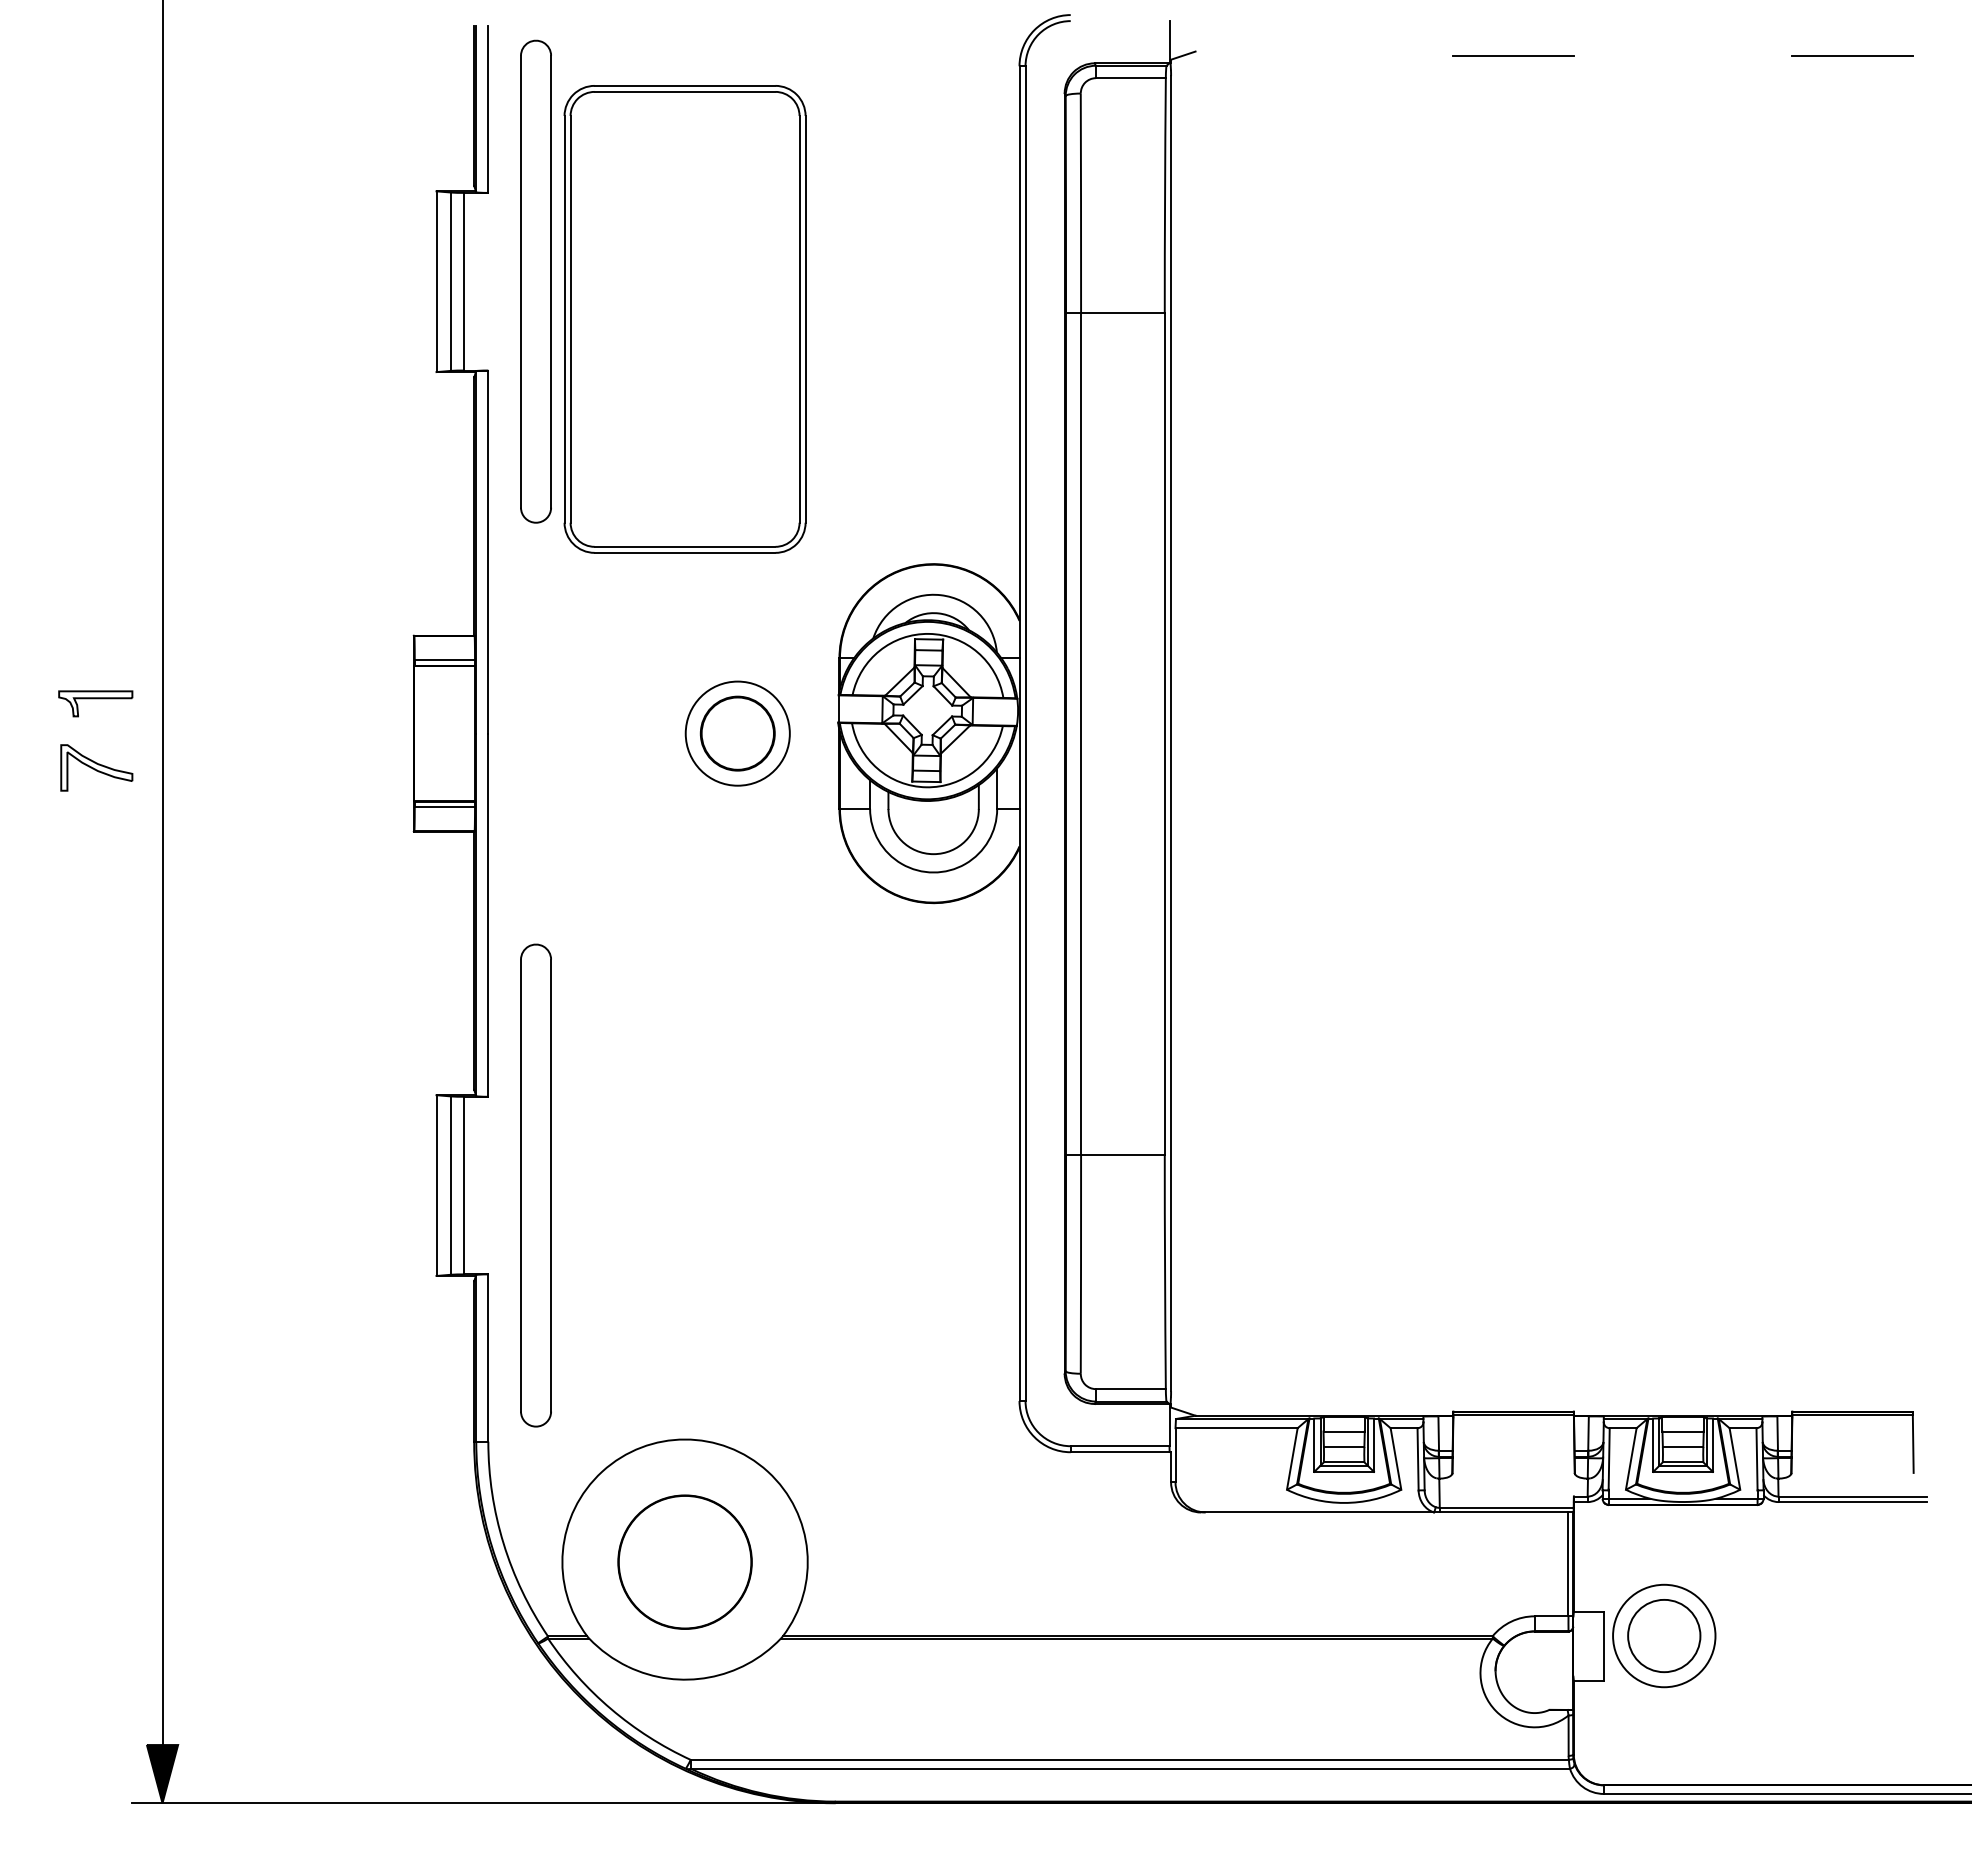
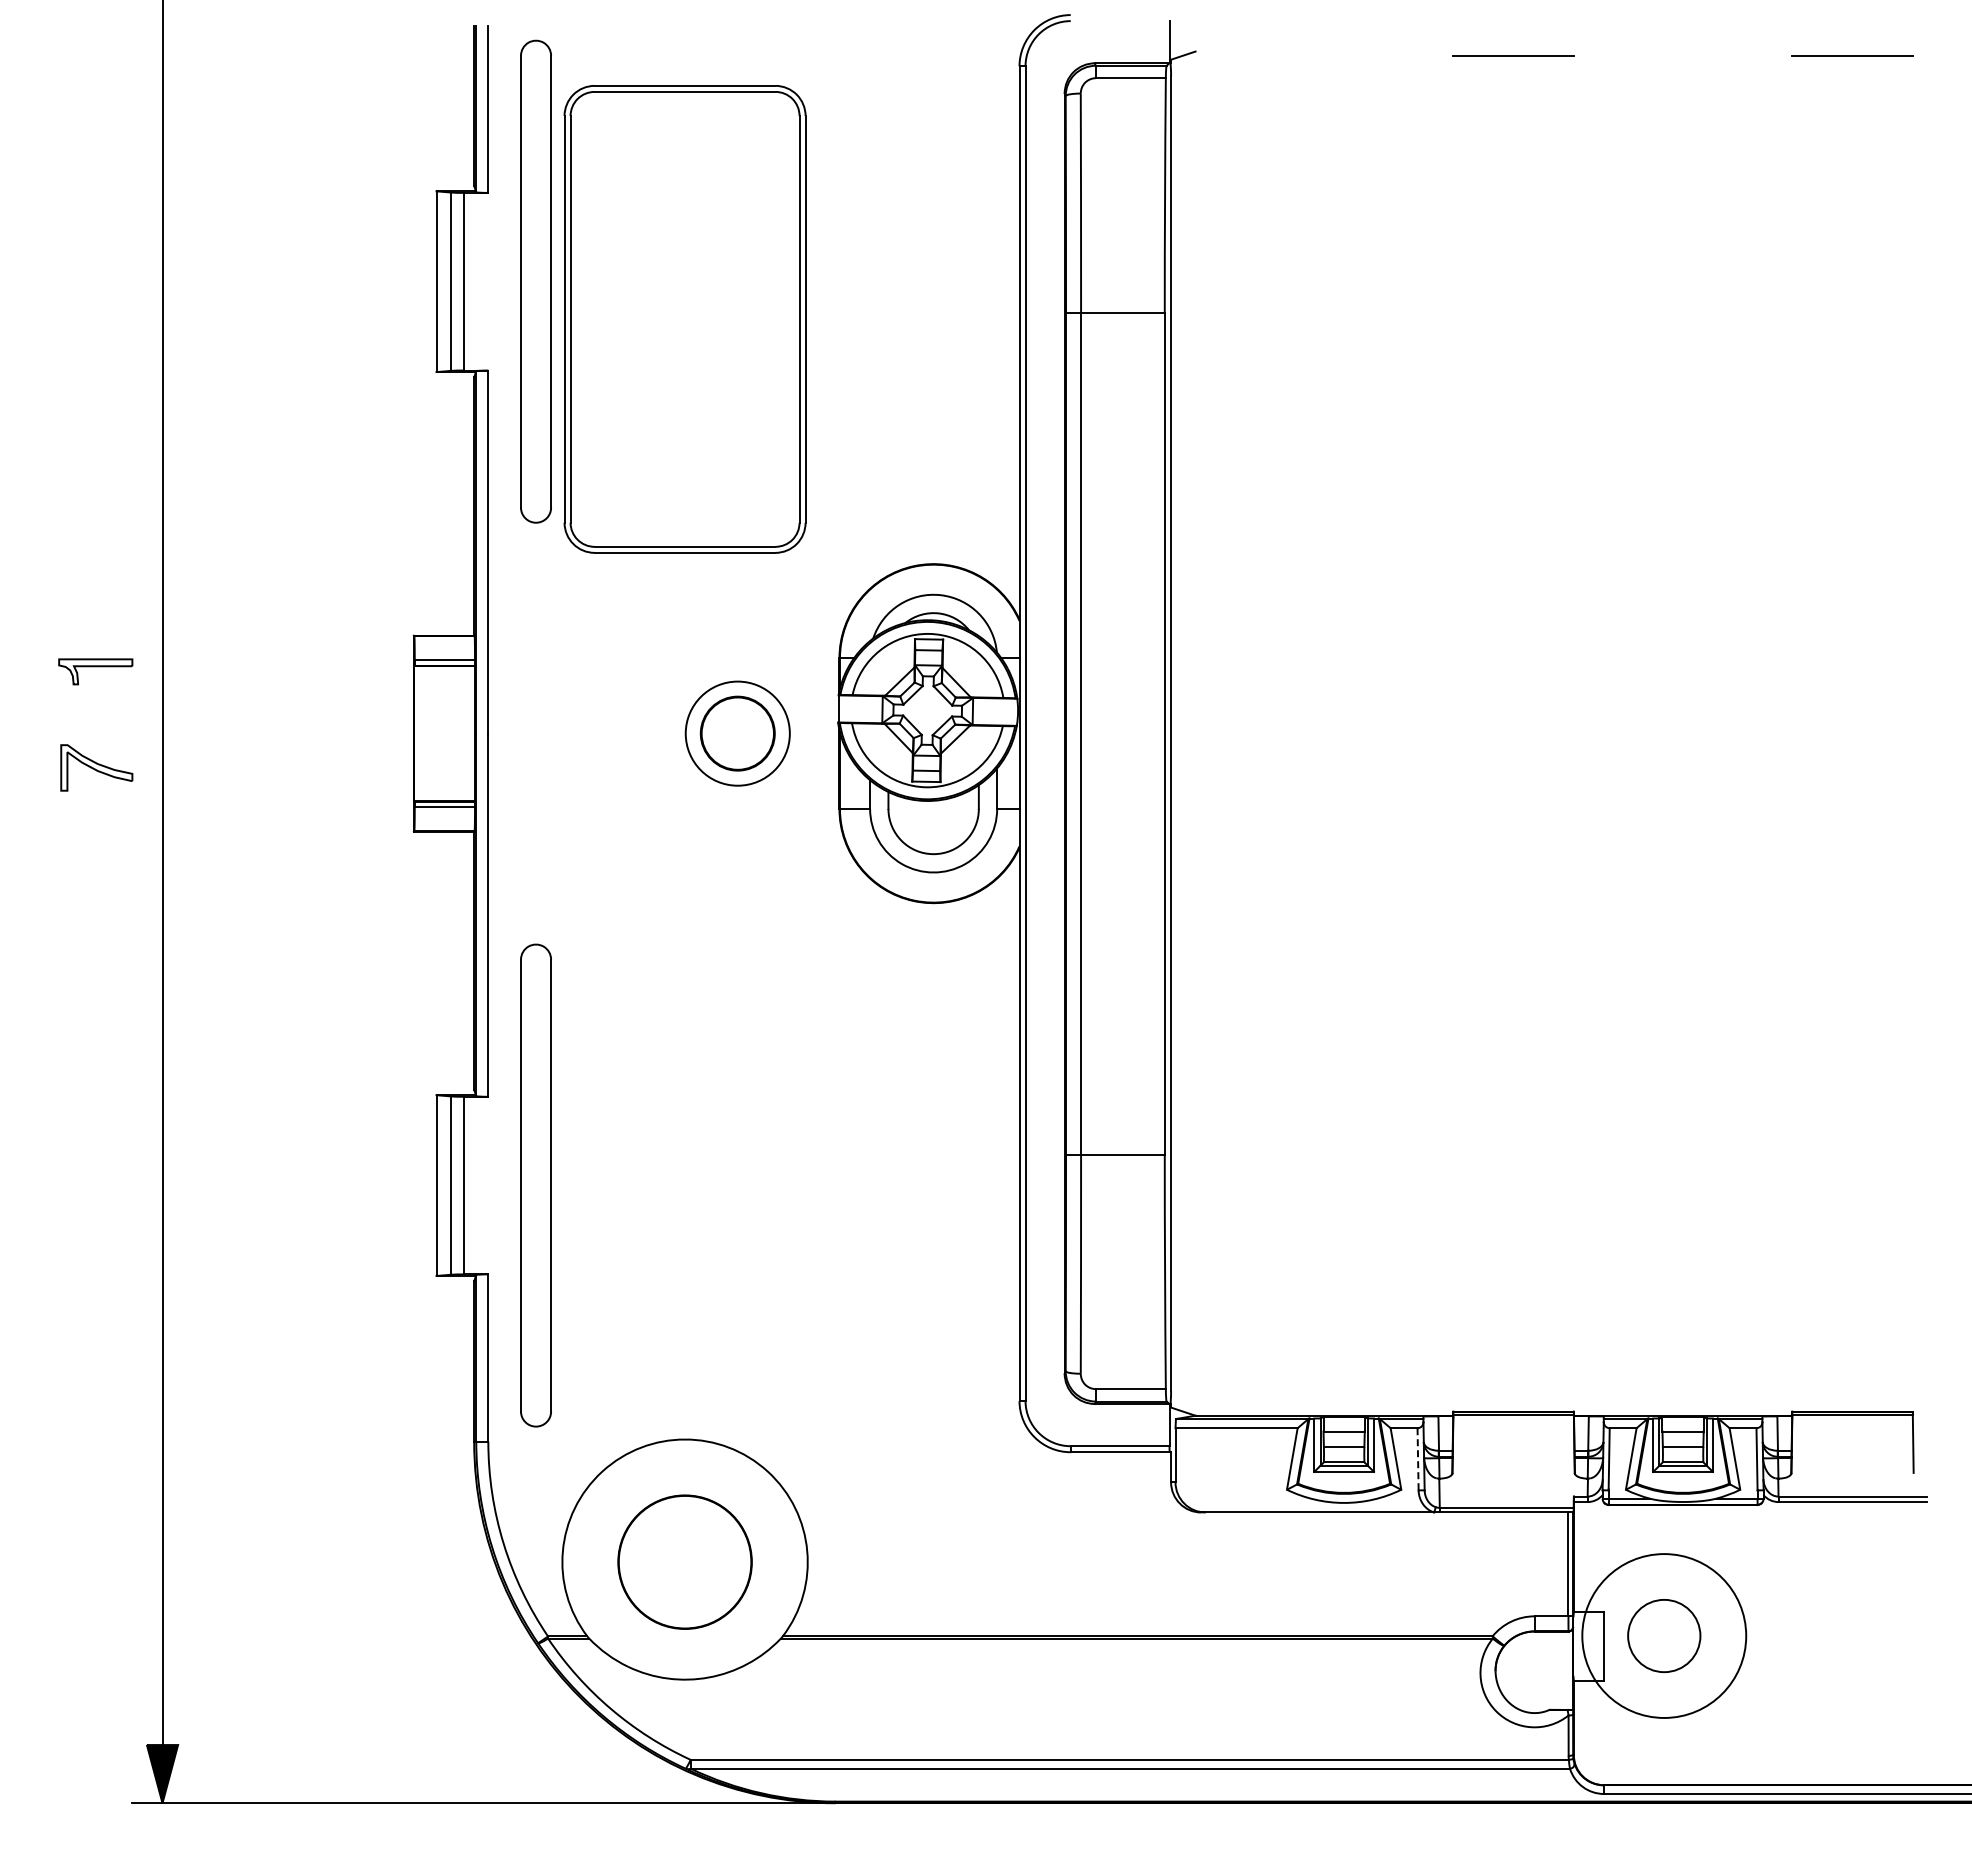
part at (95, 703) position: (95, 703) -> (95, 671)
line at (1418, 1459): solid -> dashed
circle at (1664, 1635) diameter: 102 px -> 164 px
